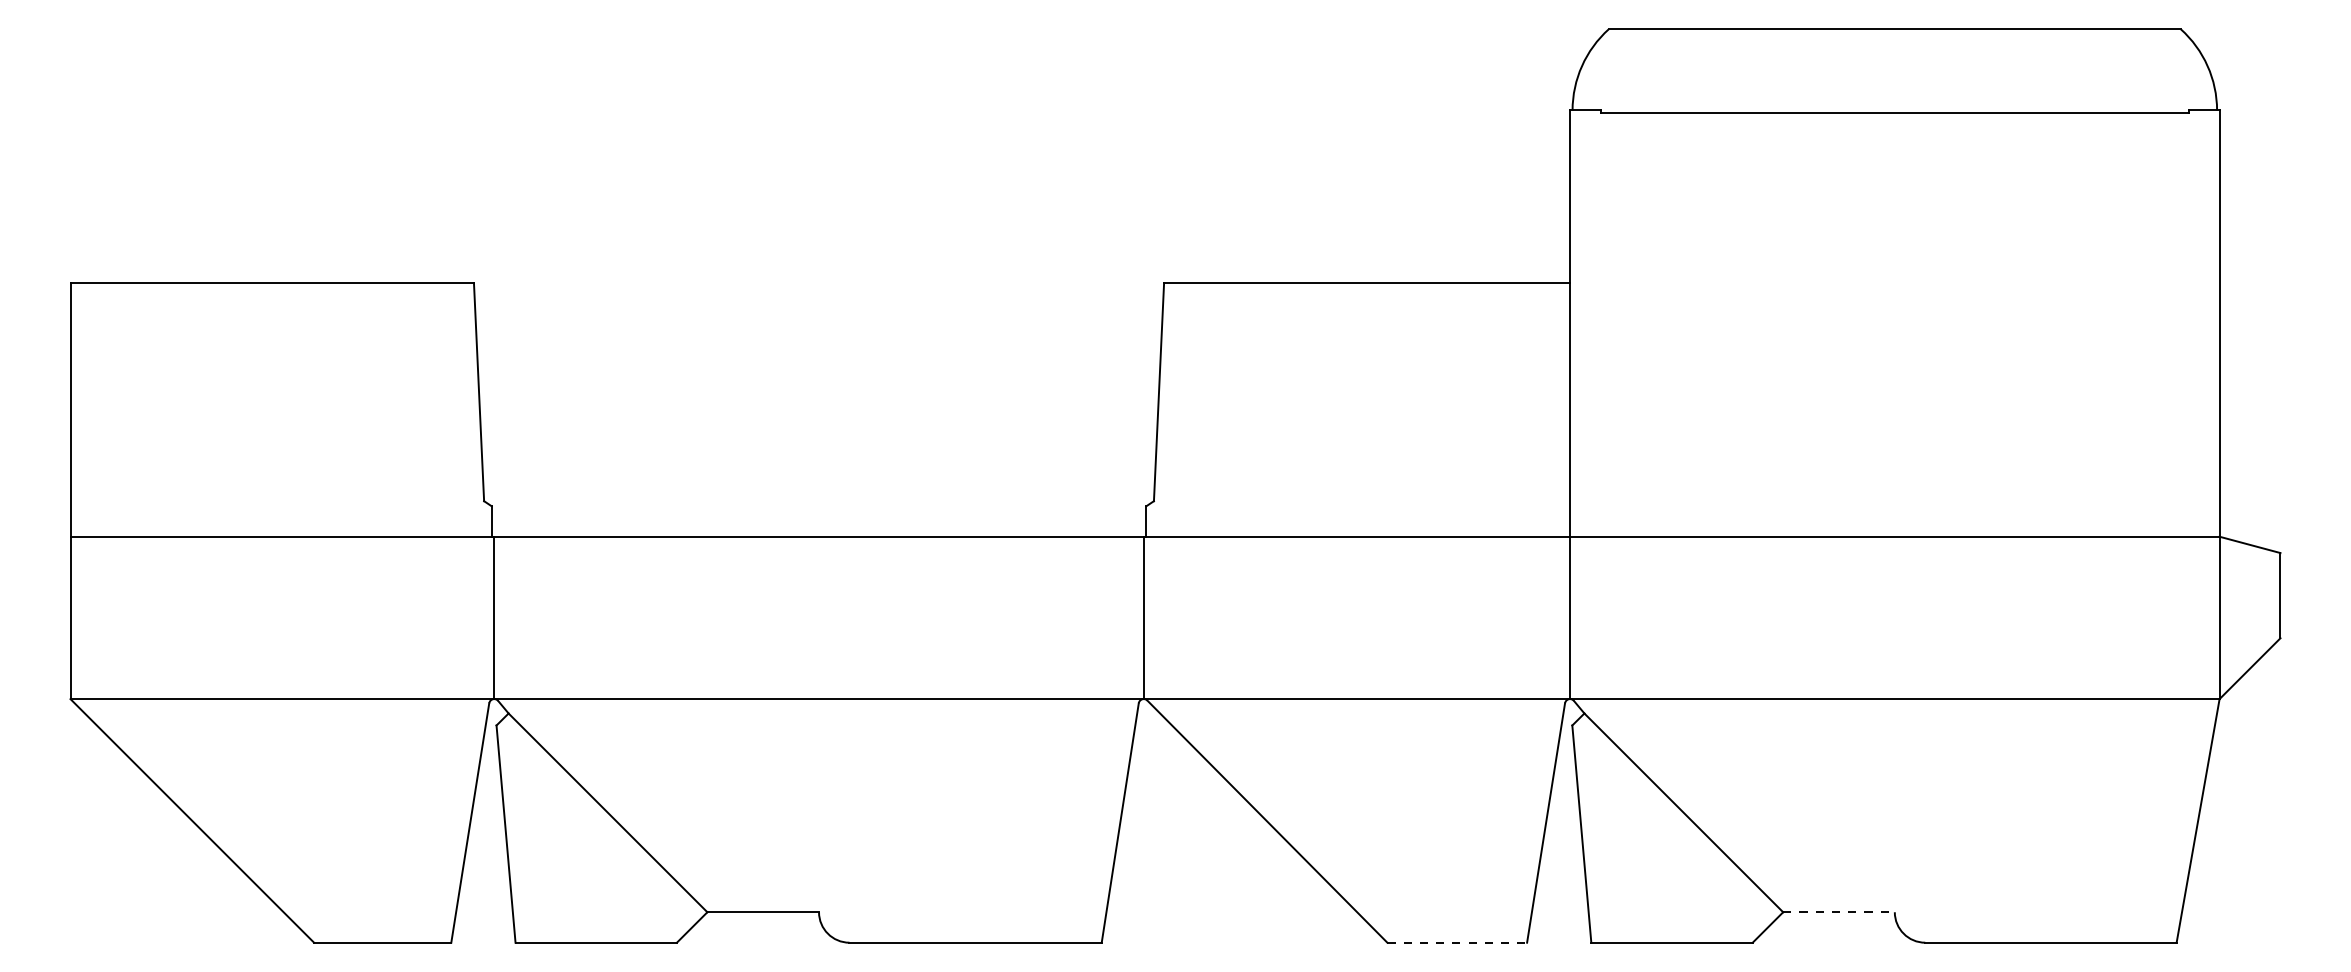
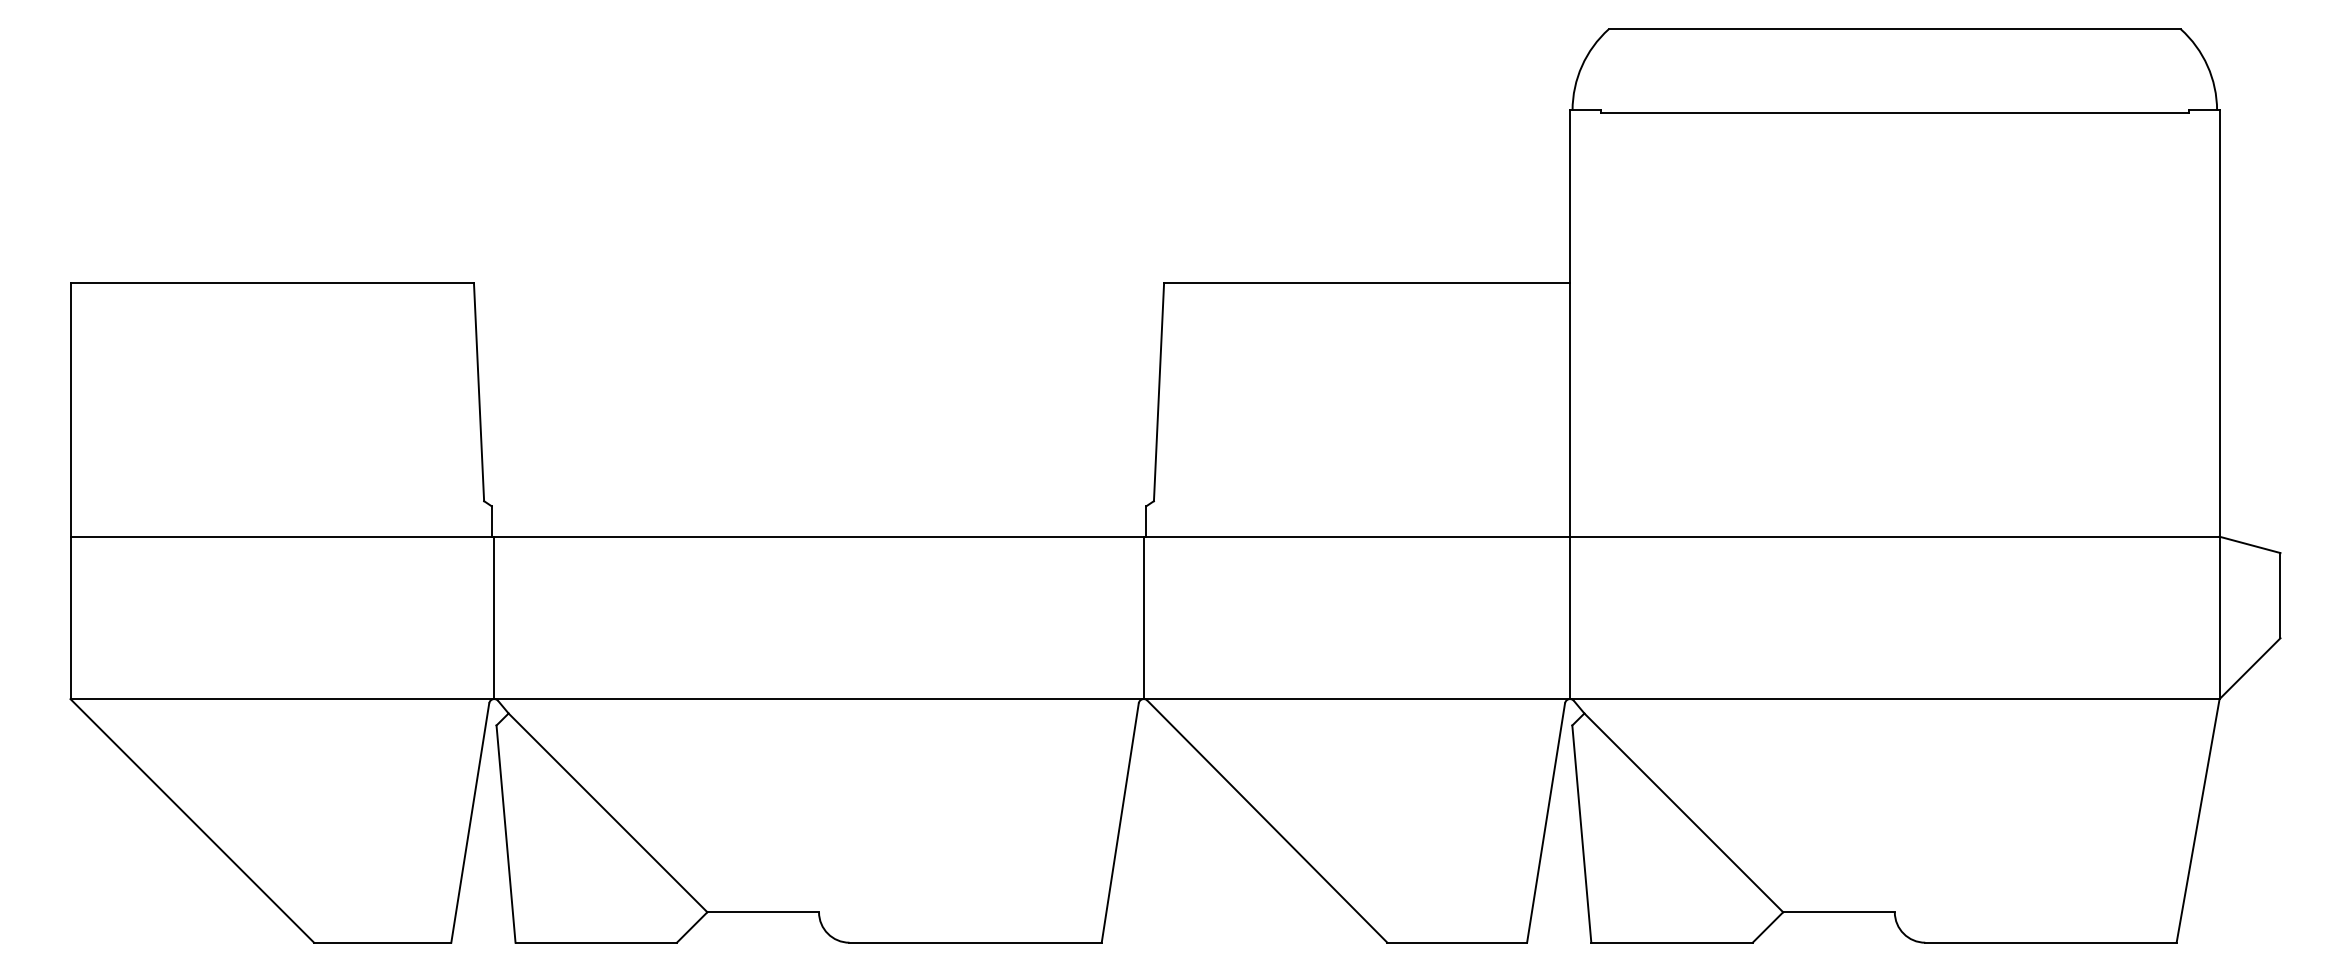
line at (1839, 912): dashed -> solid
line at (1457, 942): dashed -> solid
